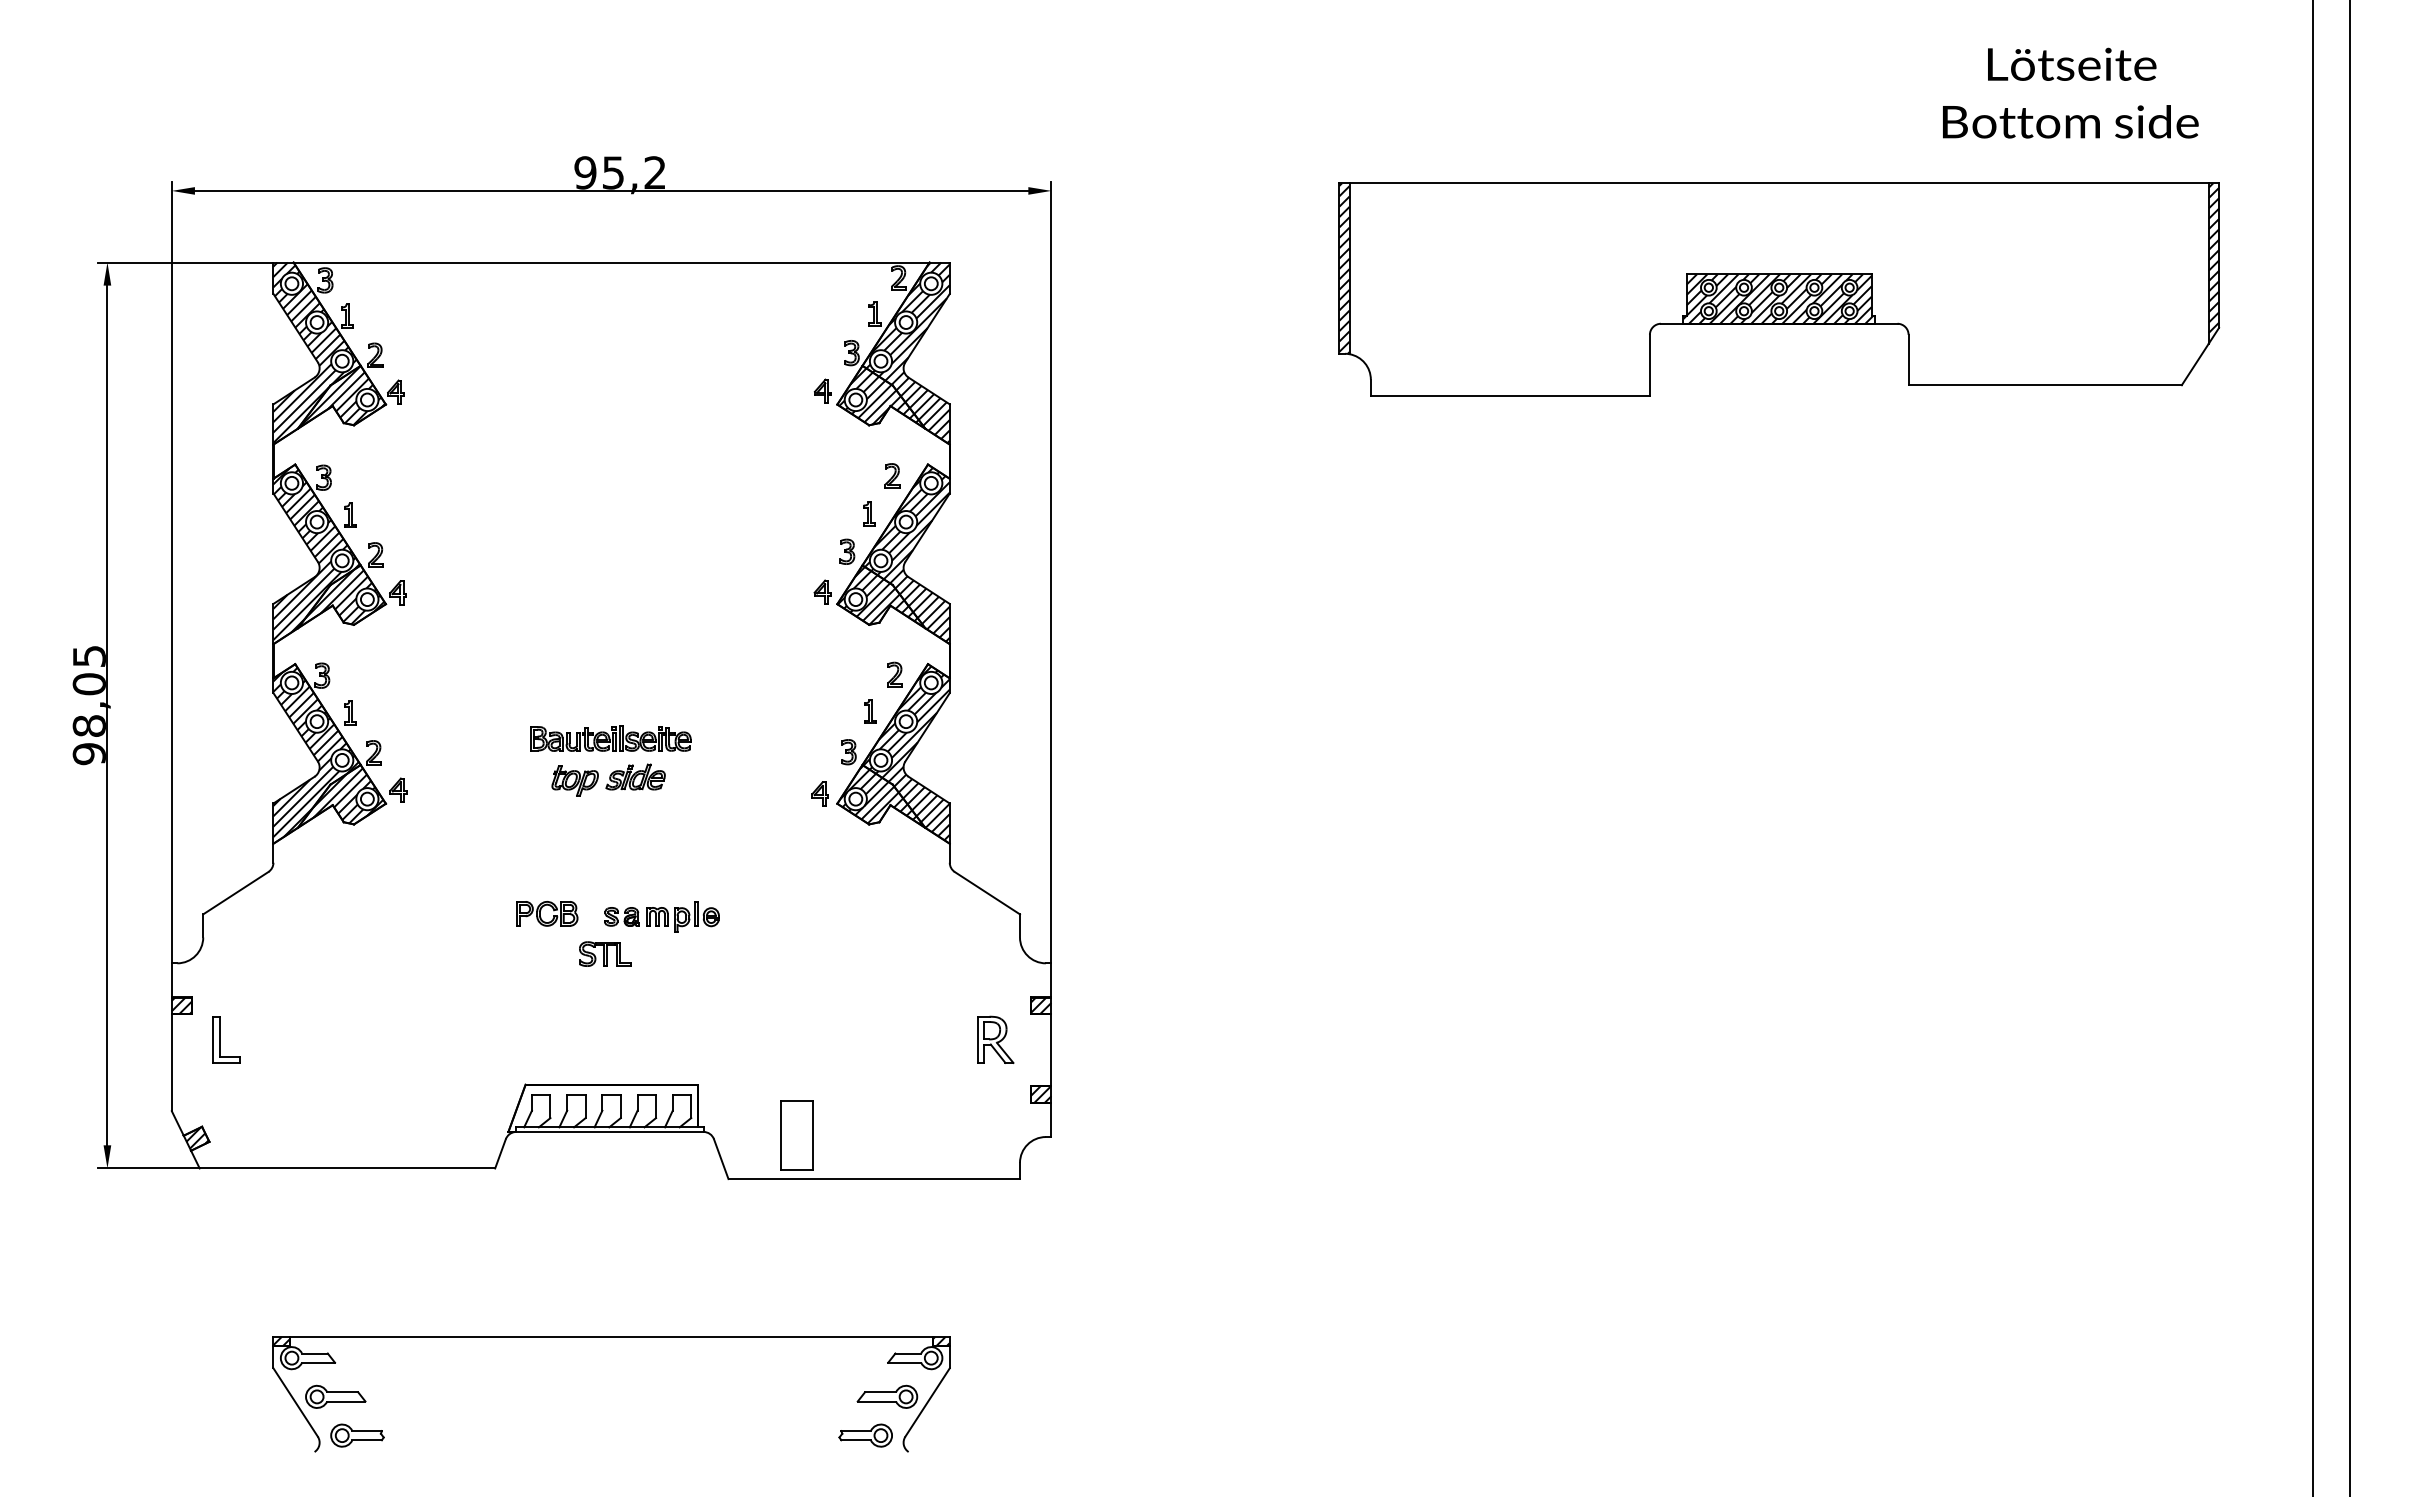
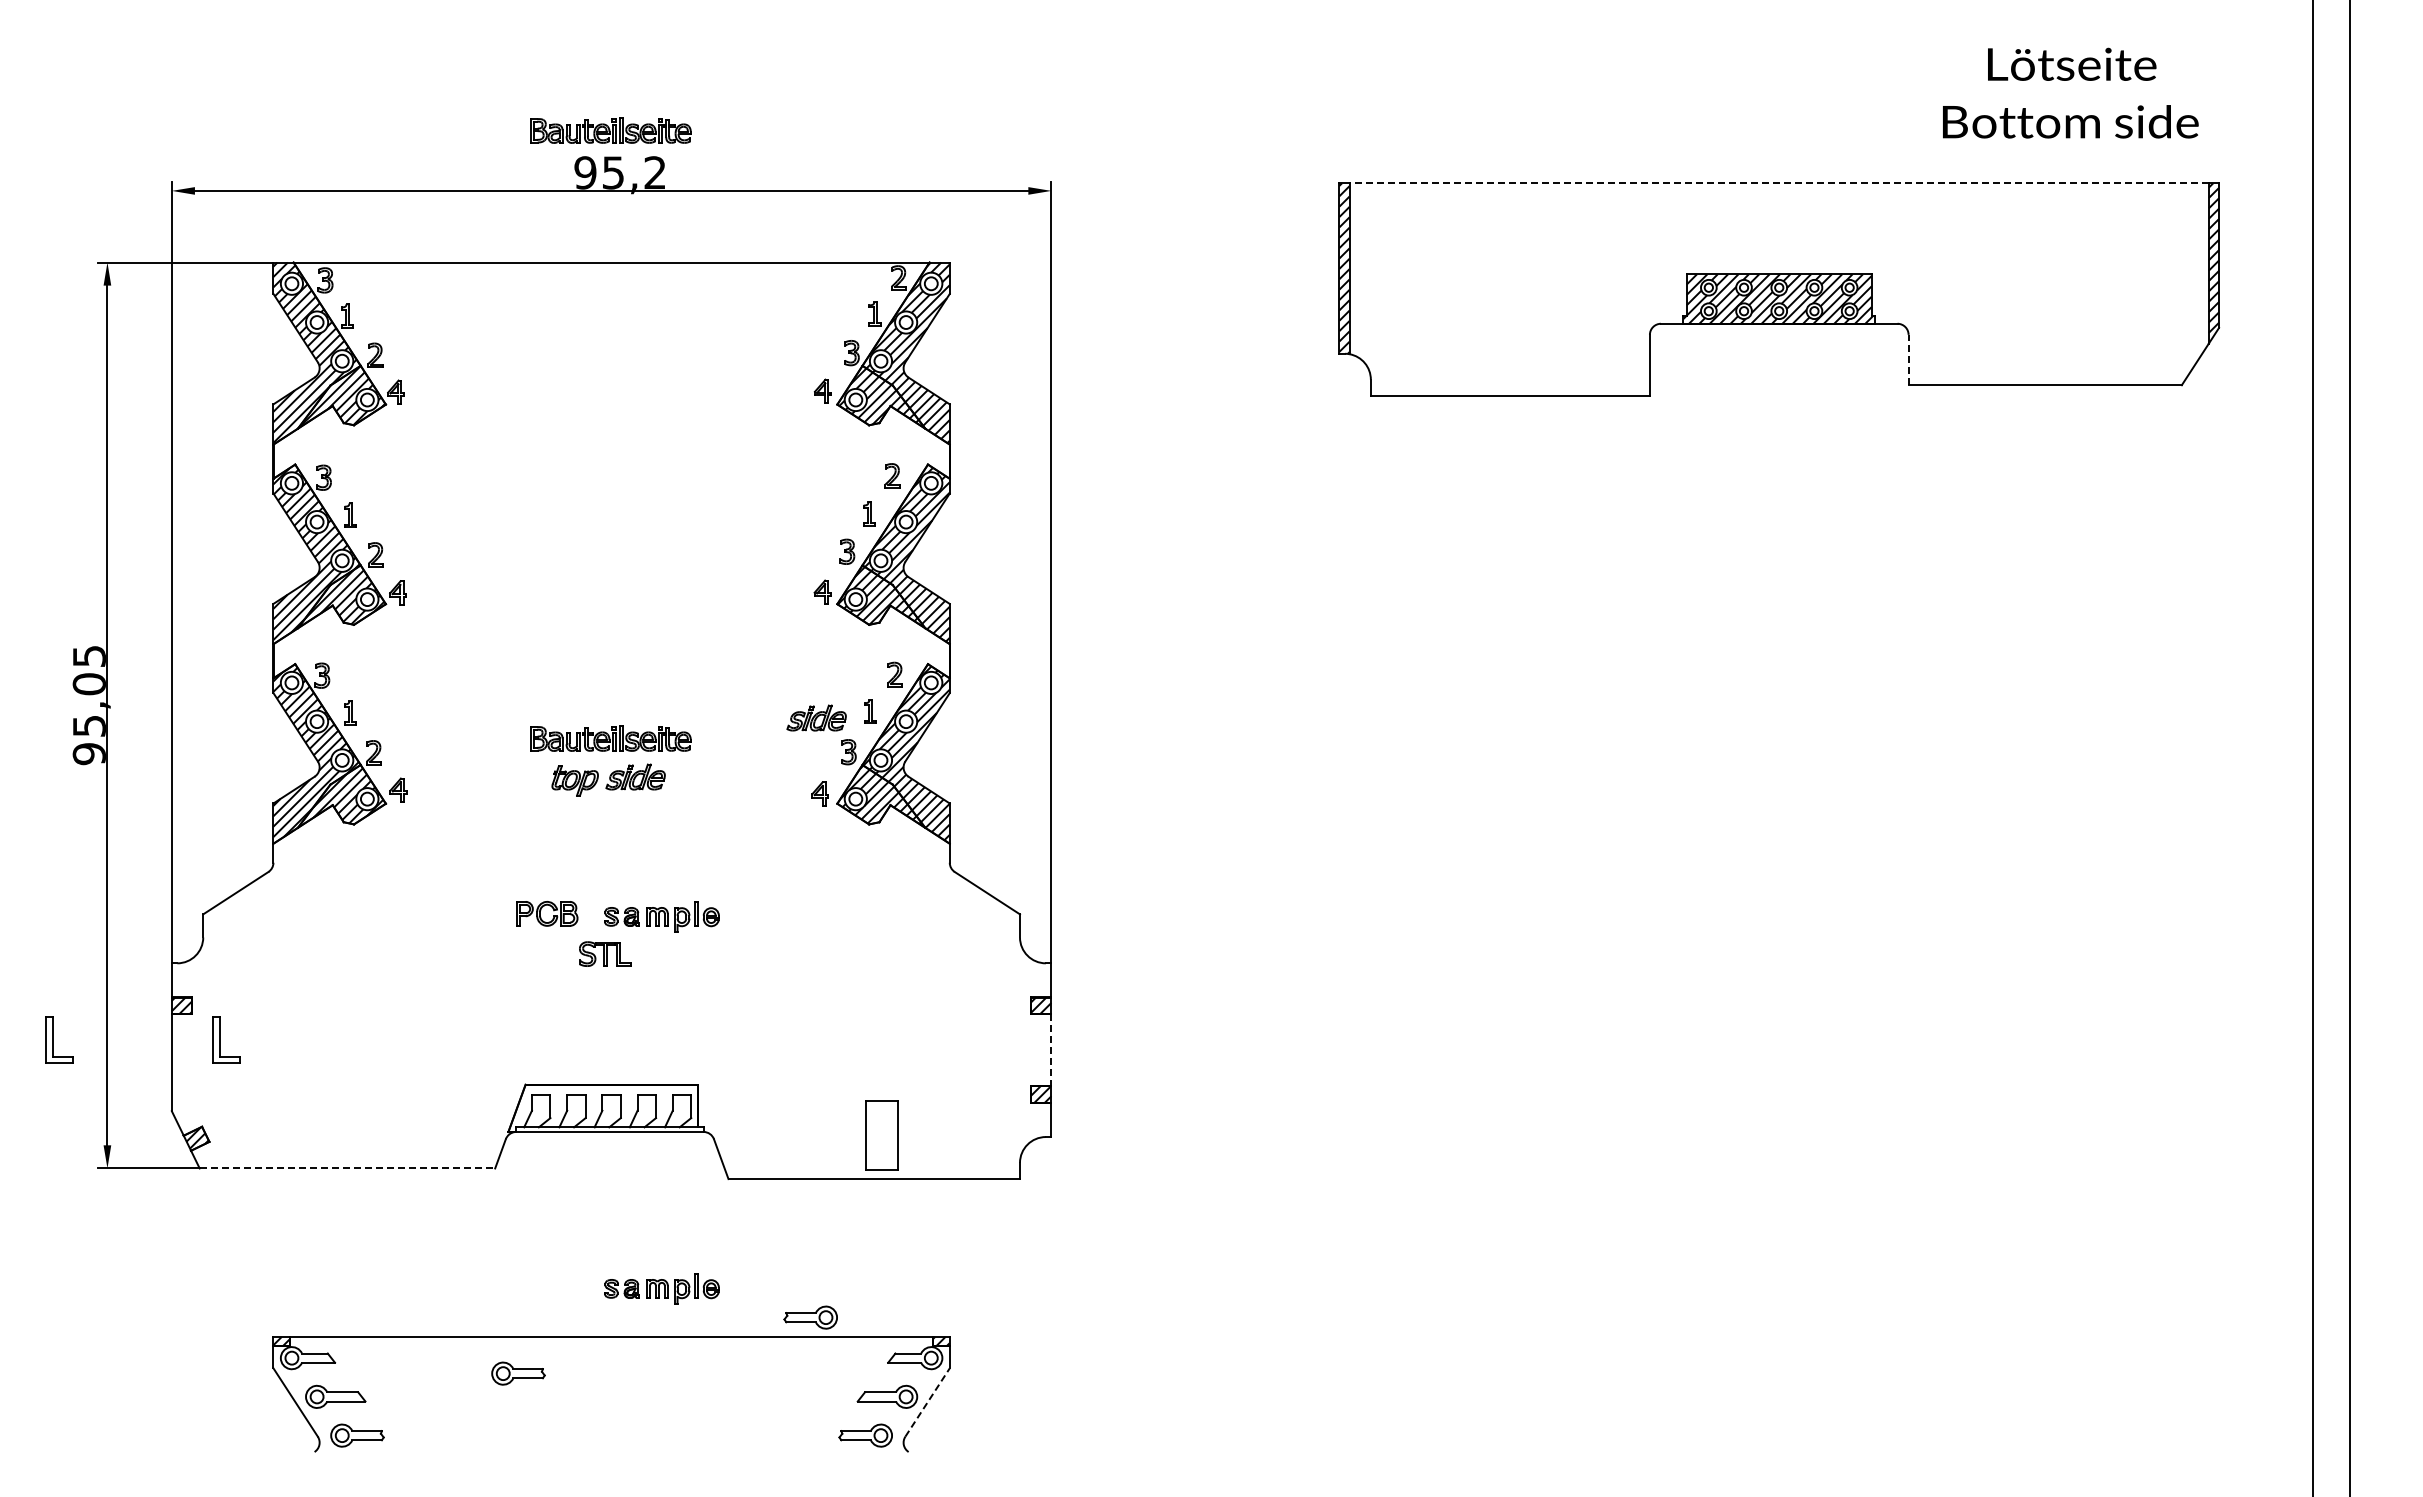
part at (610, 130): none -> present
line at (1779, 183): solid -> dashed
line at (1908, 359): solid -> dashed
part at (816, 717): none -> present
text at (88, 725): 98,05 -> 95,05
part at (59, 1039): none -> present
part at (995, 1039): present -> none
line at (1051, 1050): solid -> dashed
part at (796, 1135) position: (796, 1135) -> (881, 1135)
line at (347, 1168): solid -> dashed
part at (661, 1288): none -> present
part at (810, 1317): none -> present
part at (518, 1373): none -> present
line at (927, 1402): solid -> dashed
